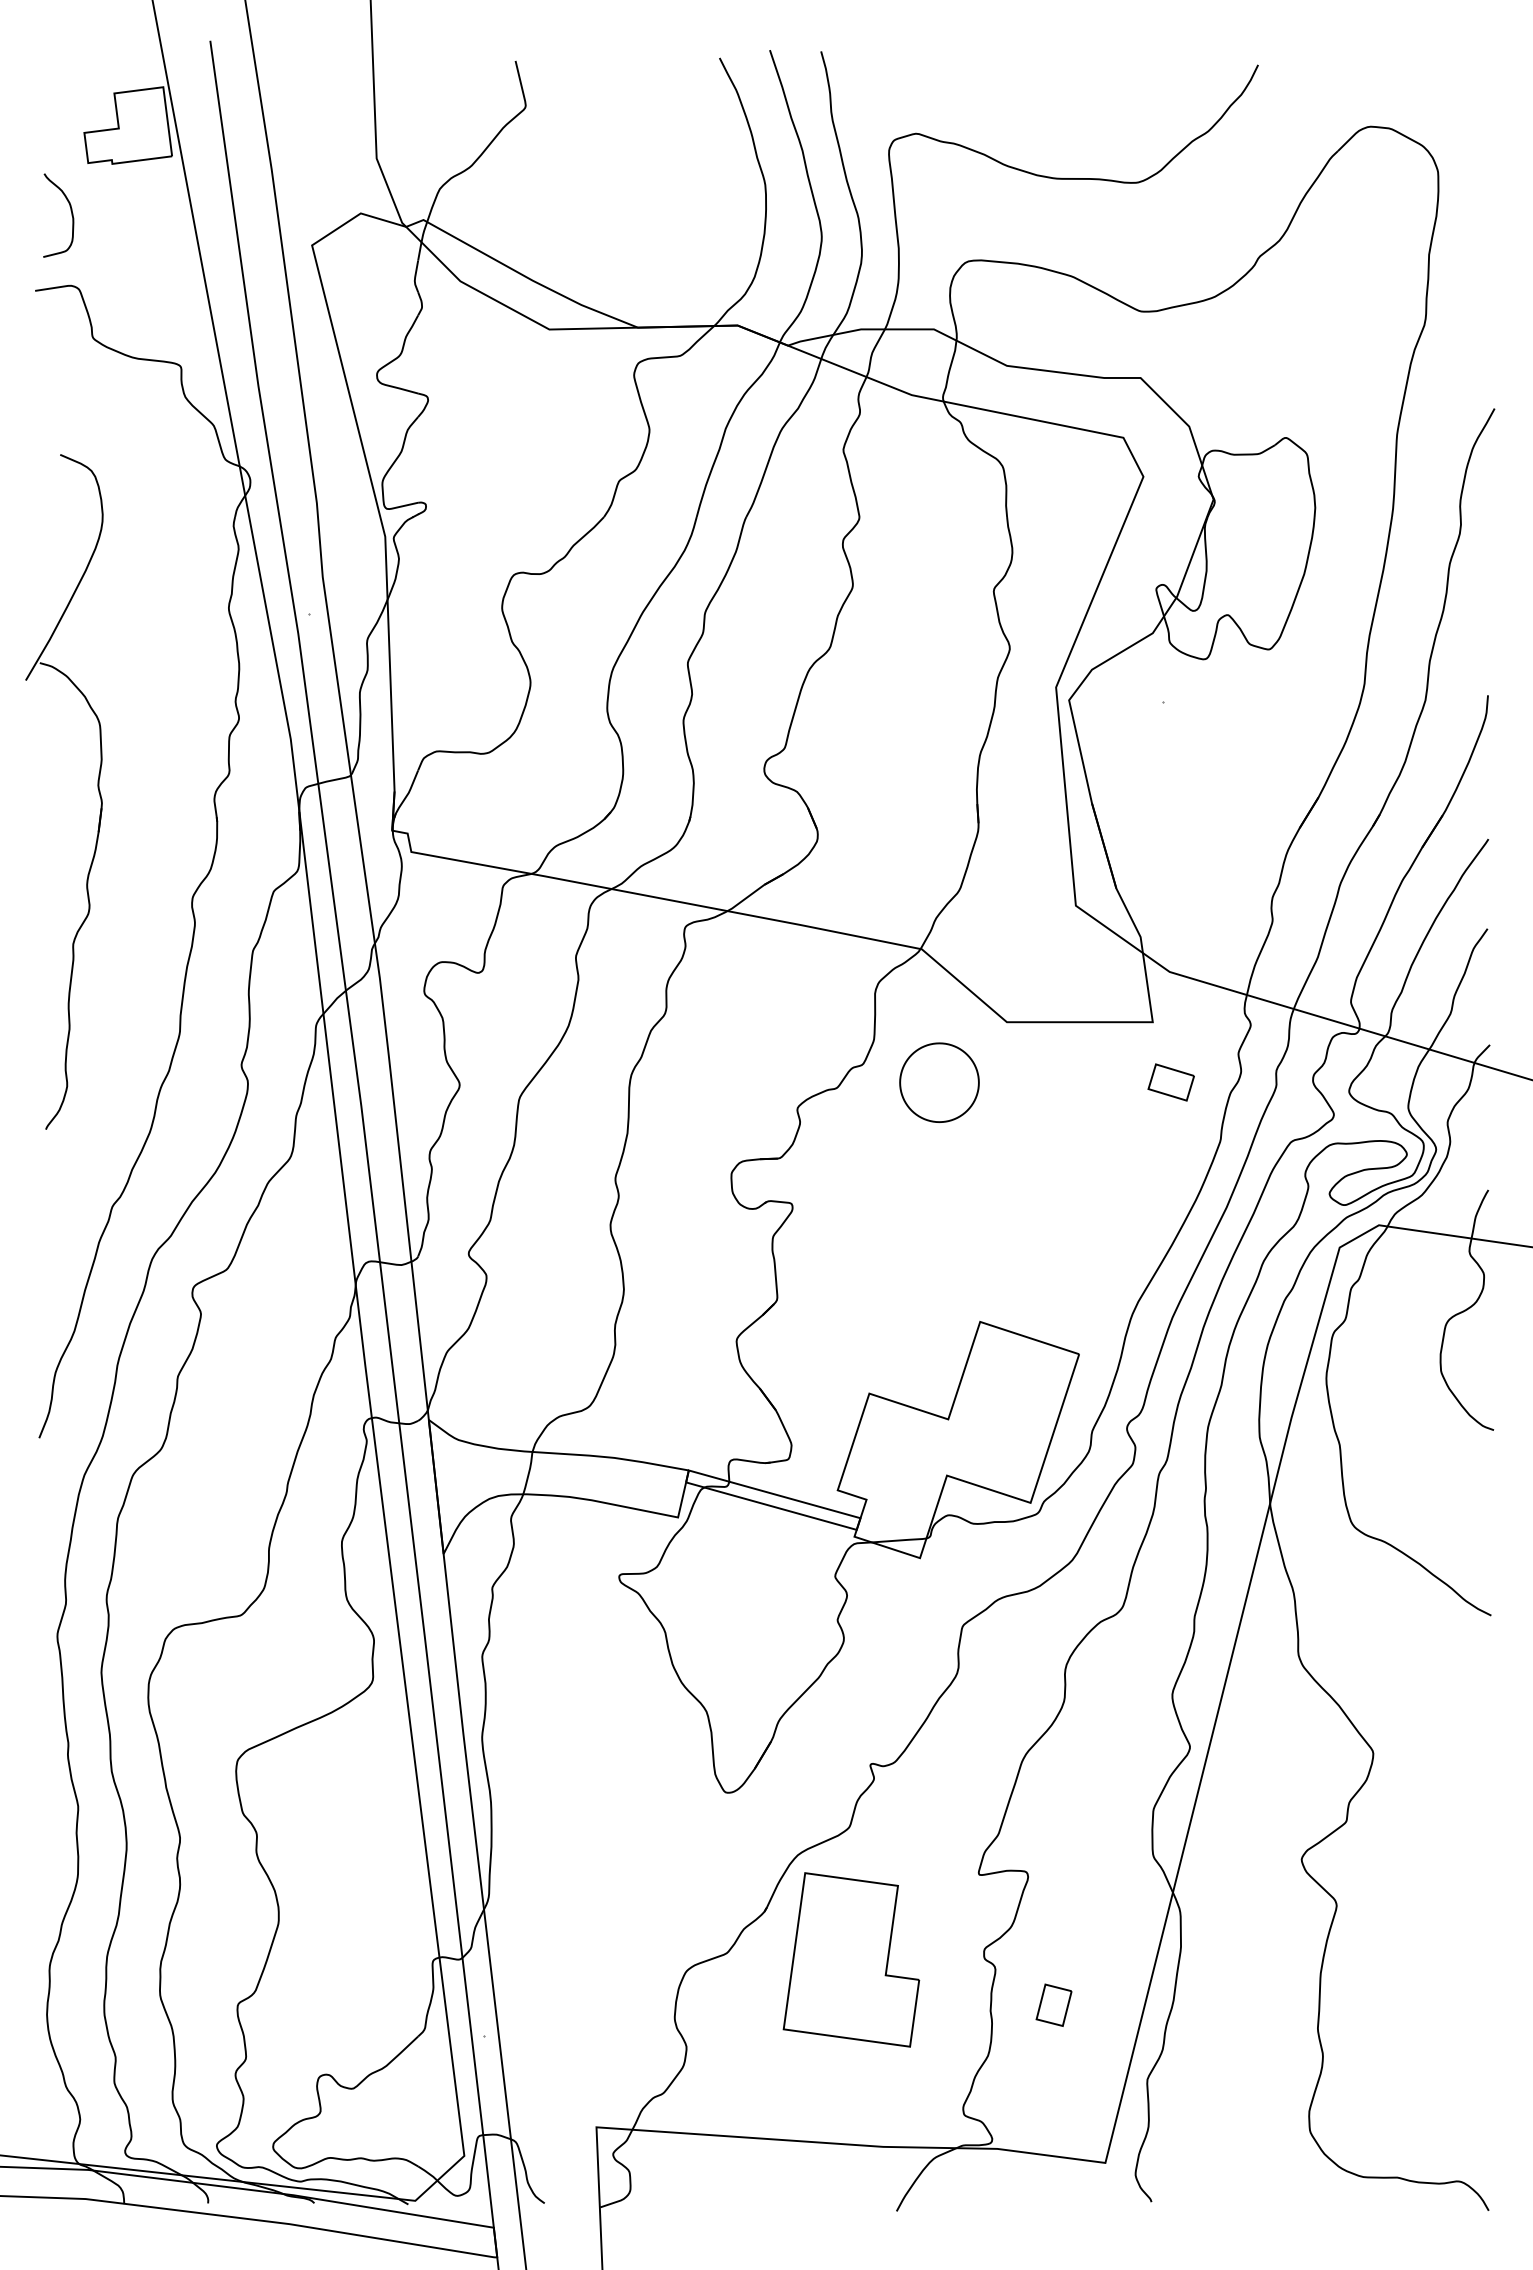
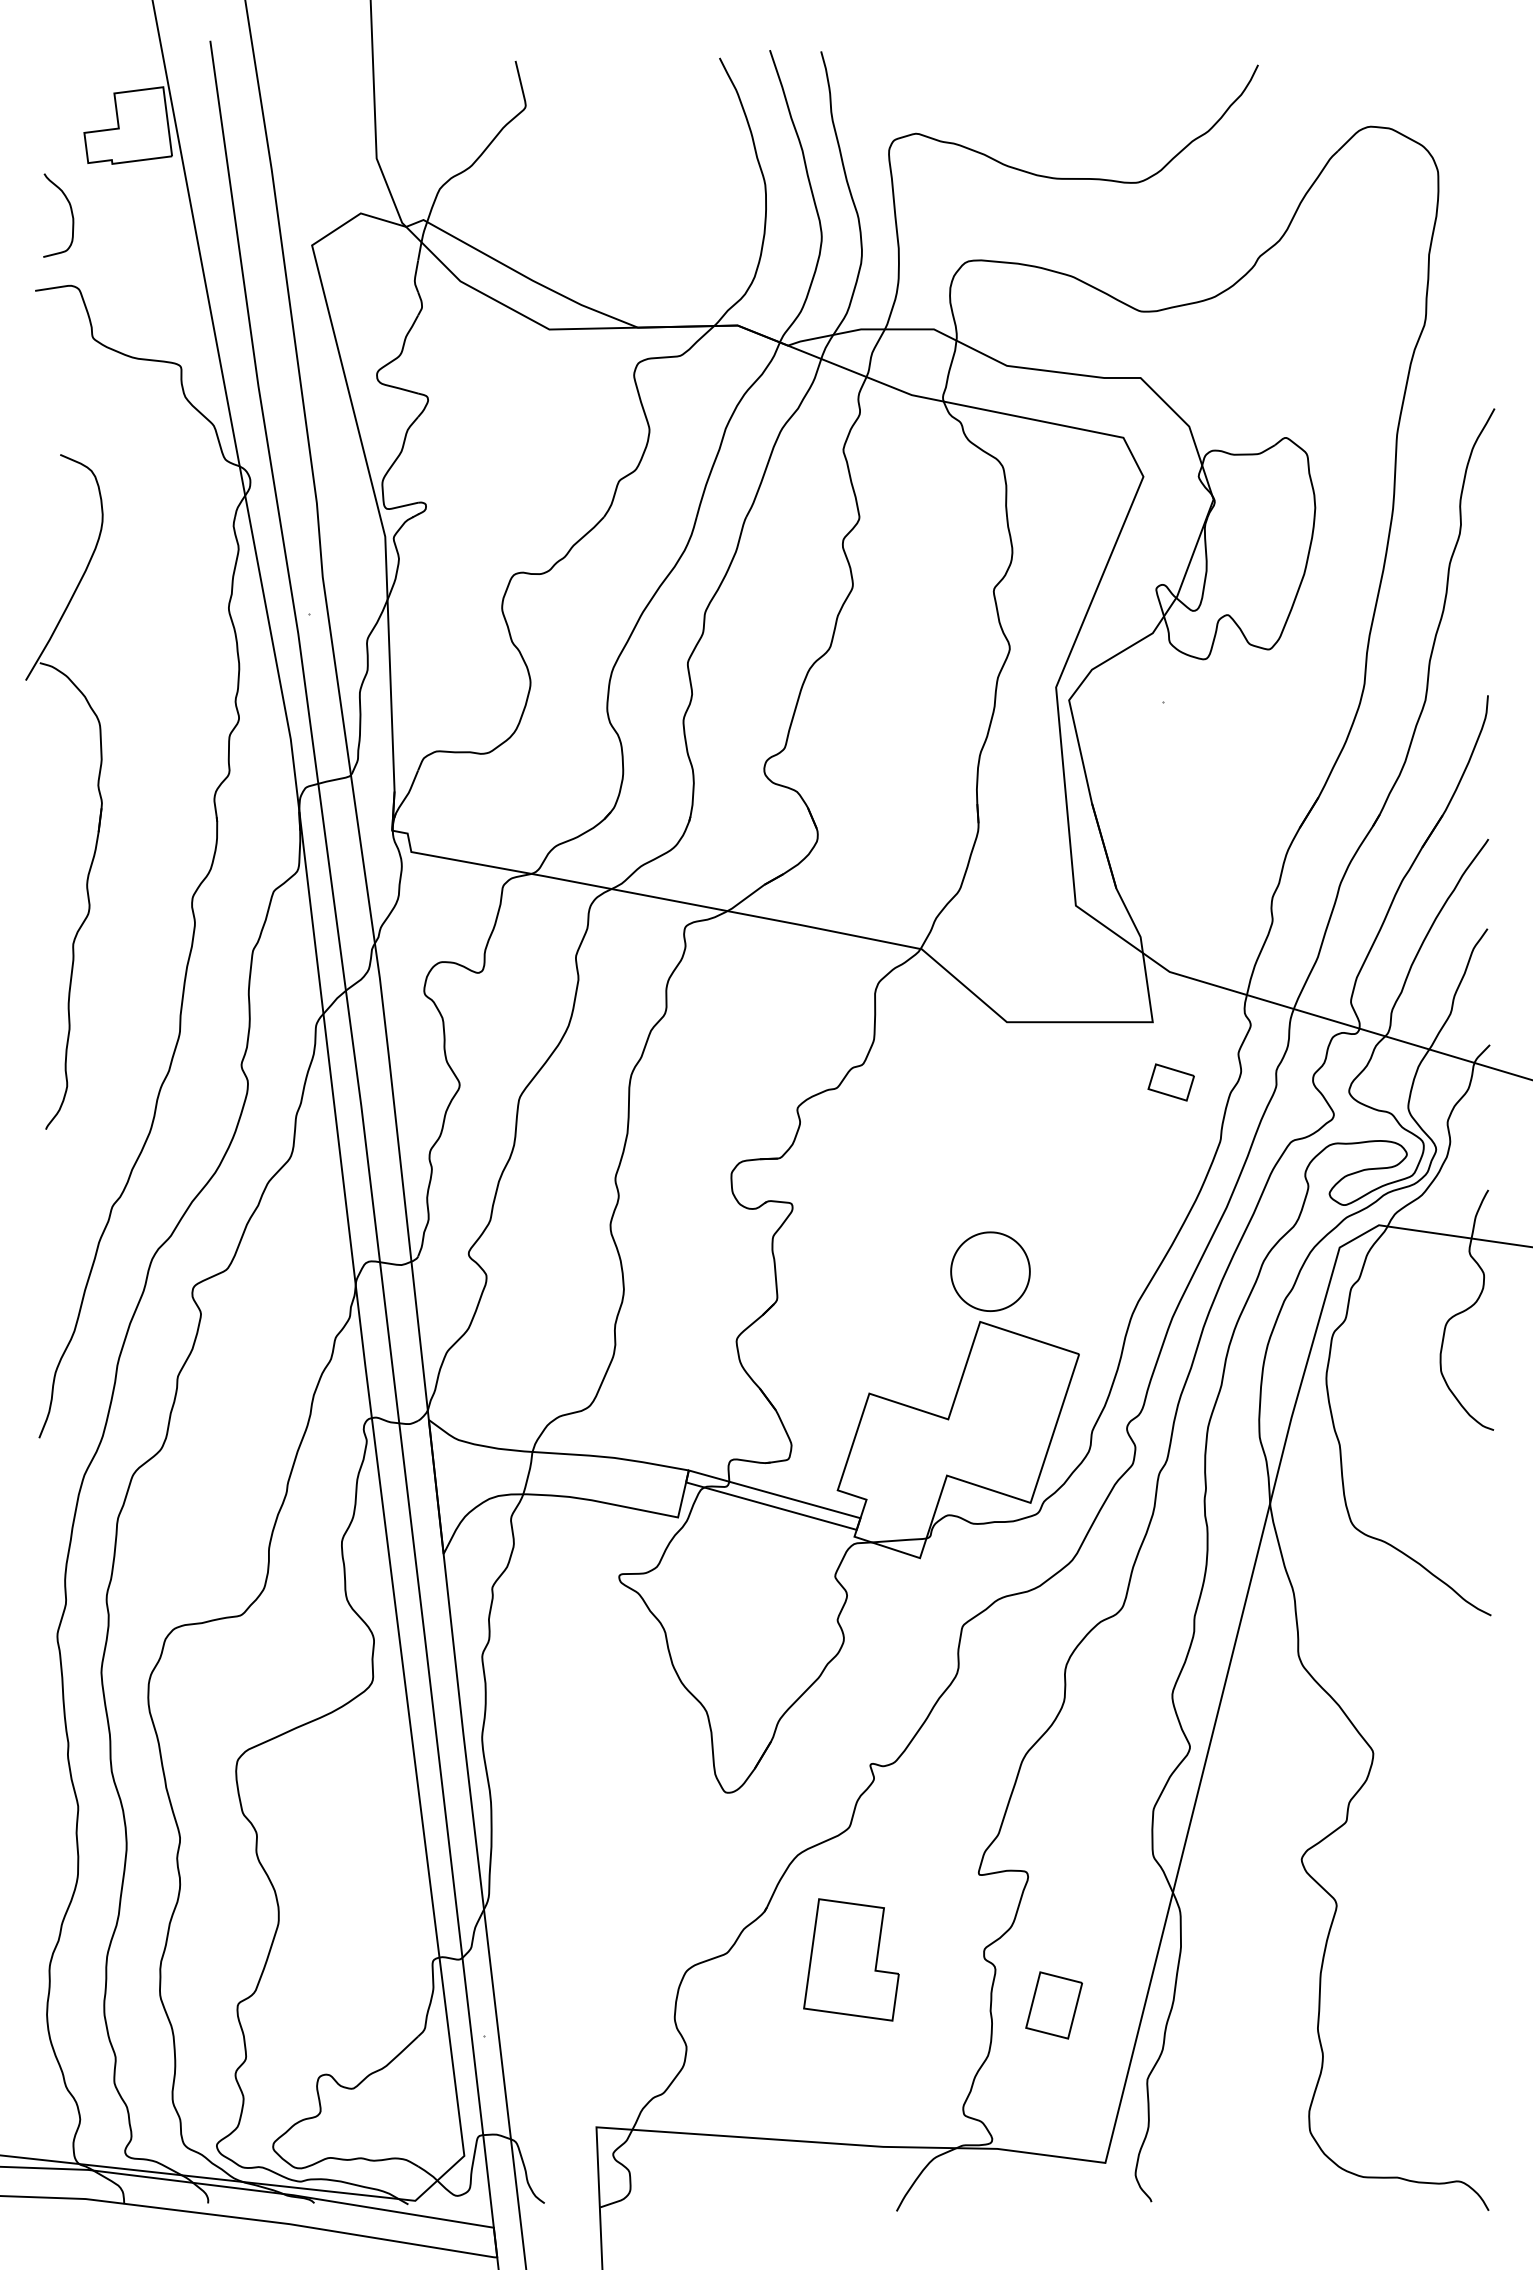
part at (939, 1082) position: (939, 1082) -> (990, 1271)
part at (851, 1959) size: 139x176 px -> 97x124 px
part at (1053, 2004) size: 38x44 px -> 58x69 px
